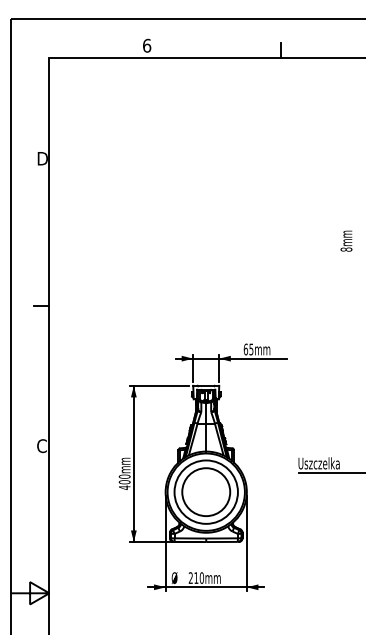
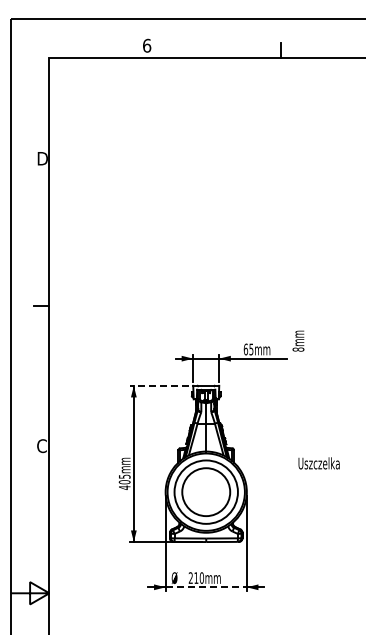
text at (346, 240) position: (346, 240) -> (298, 340)
line at (159, 385): solid -> dashed
line at (330, 472): present -> none
text at (124, 476): 400mm -> 405mm
line at (206, 587): solid -> dashed
